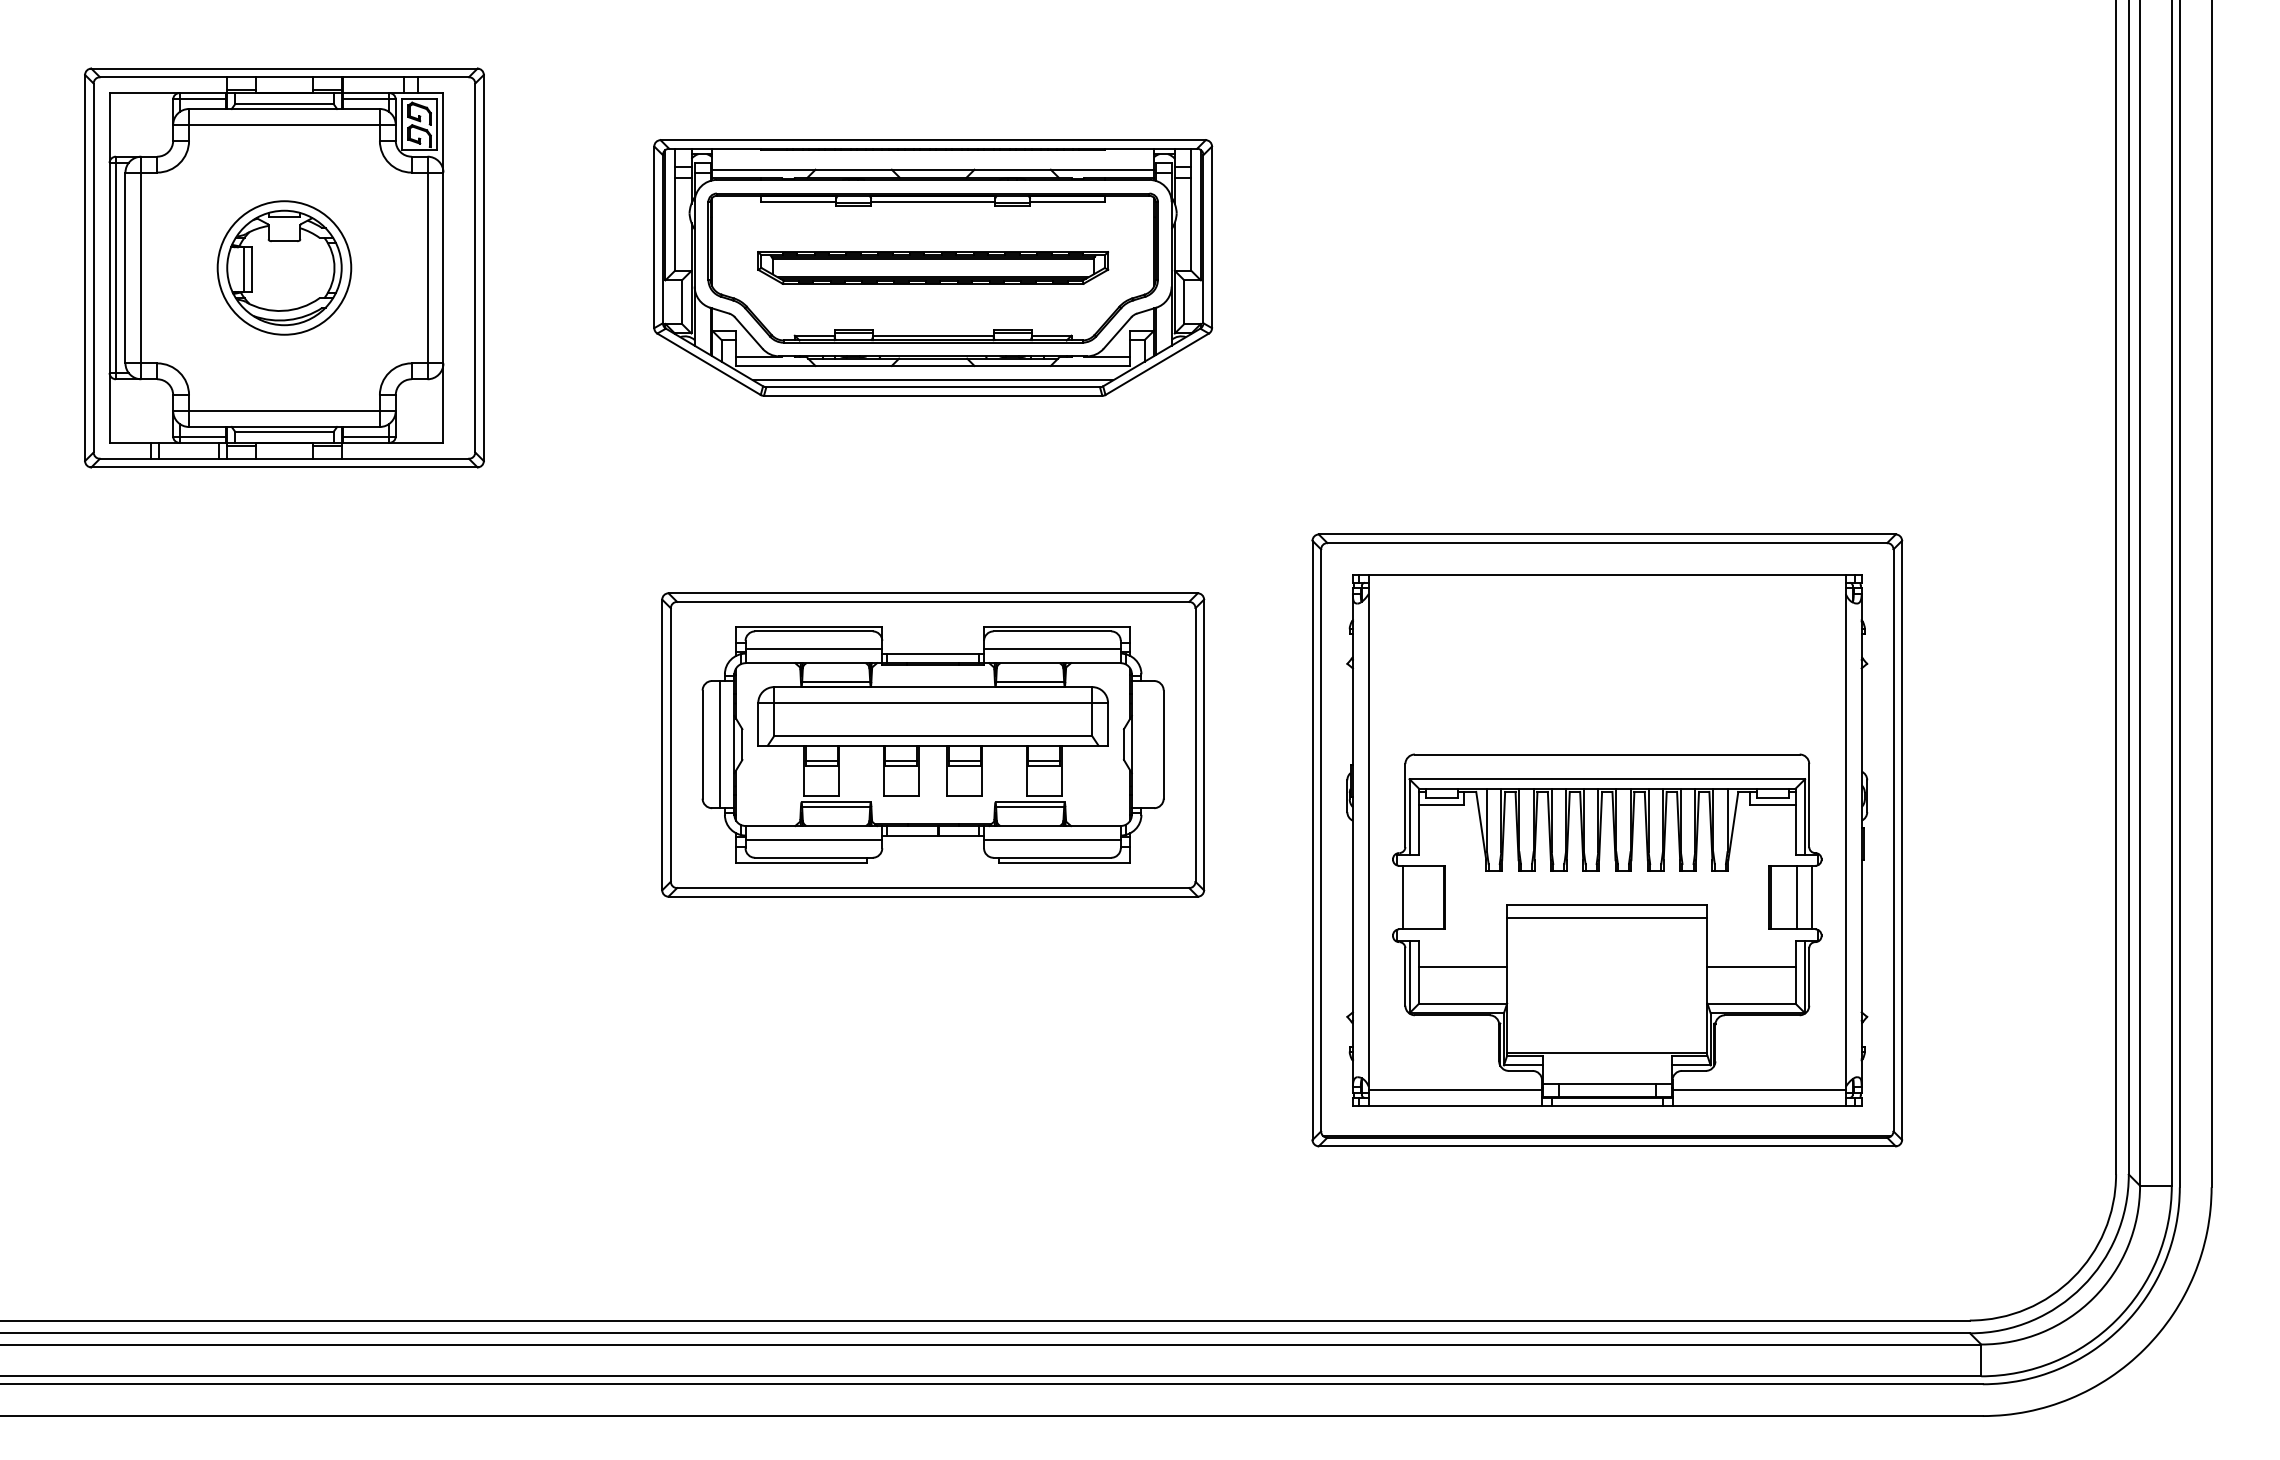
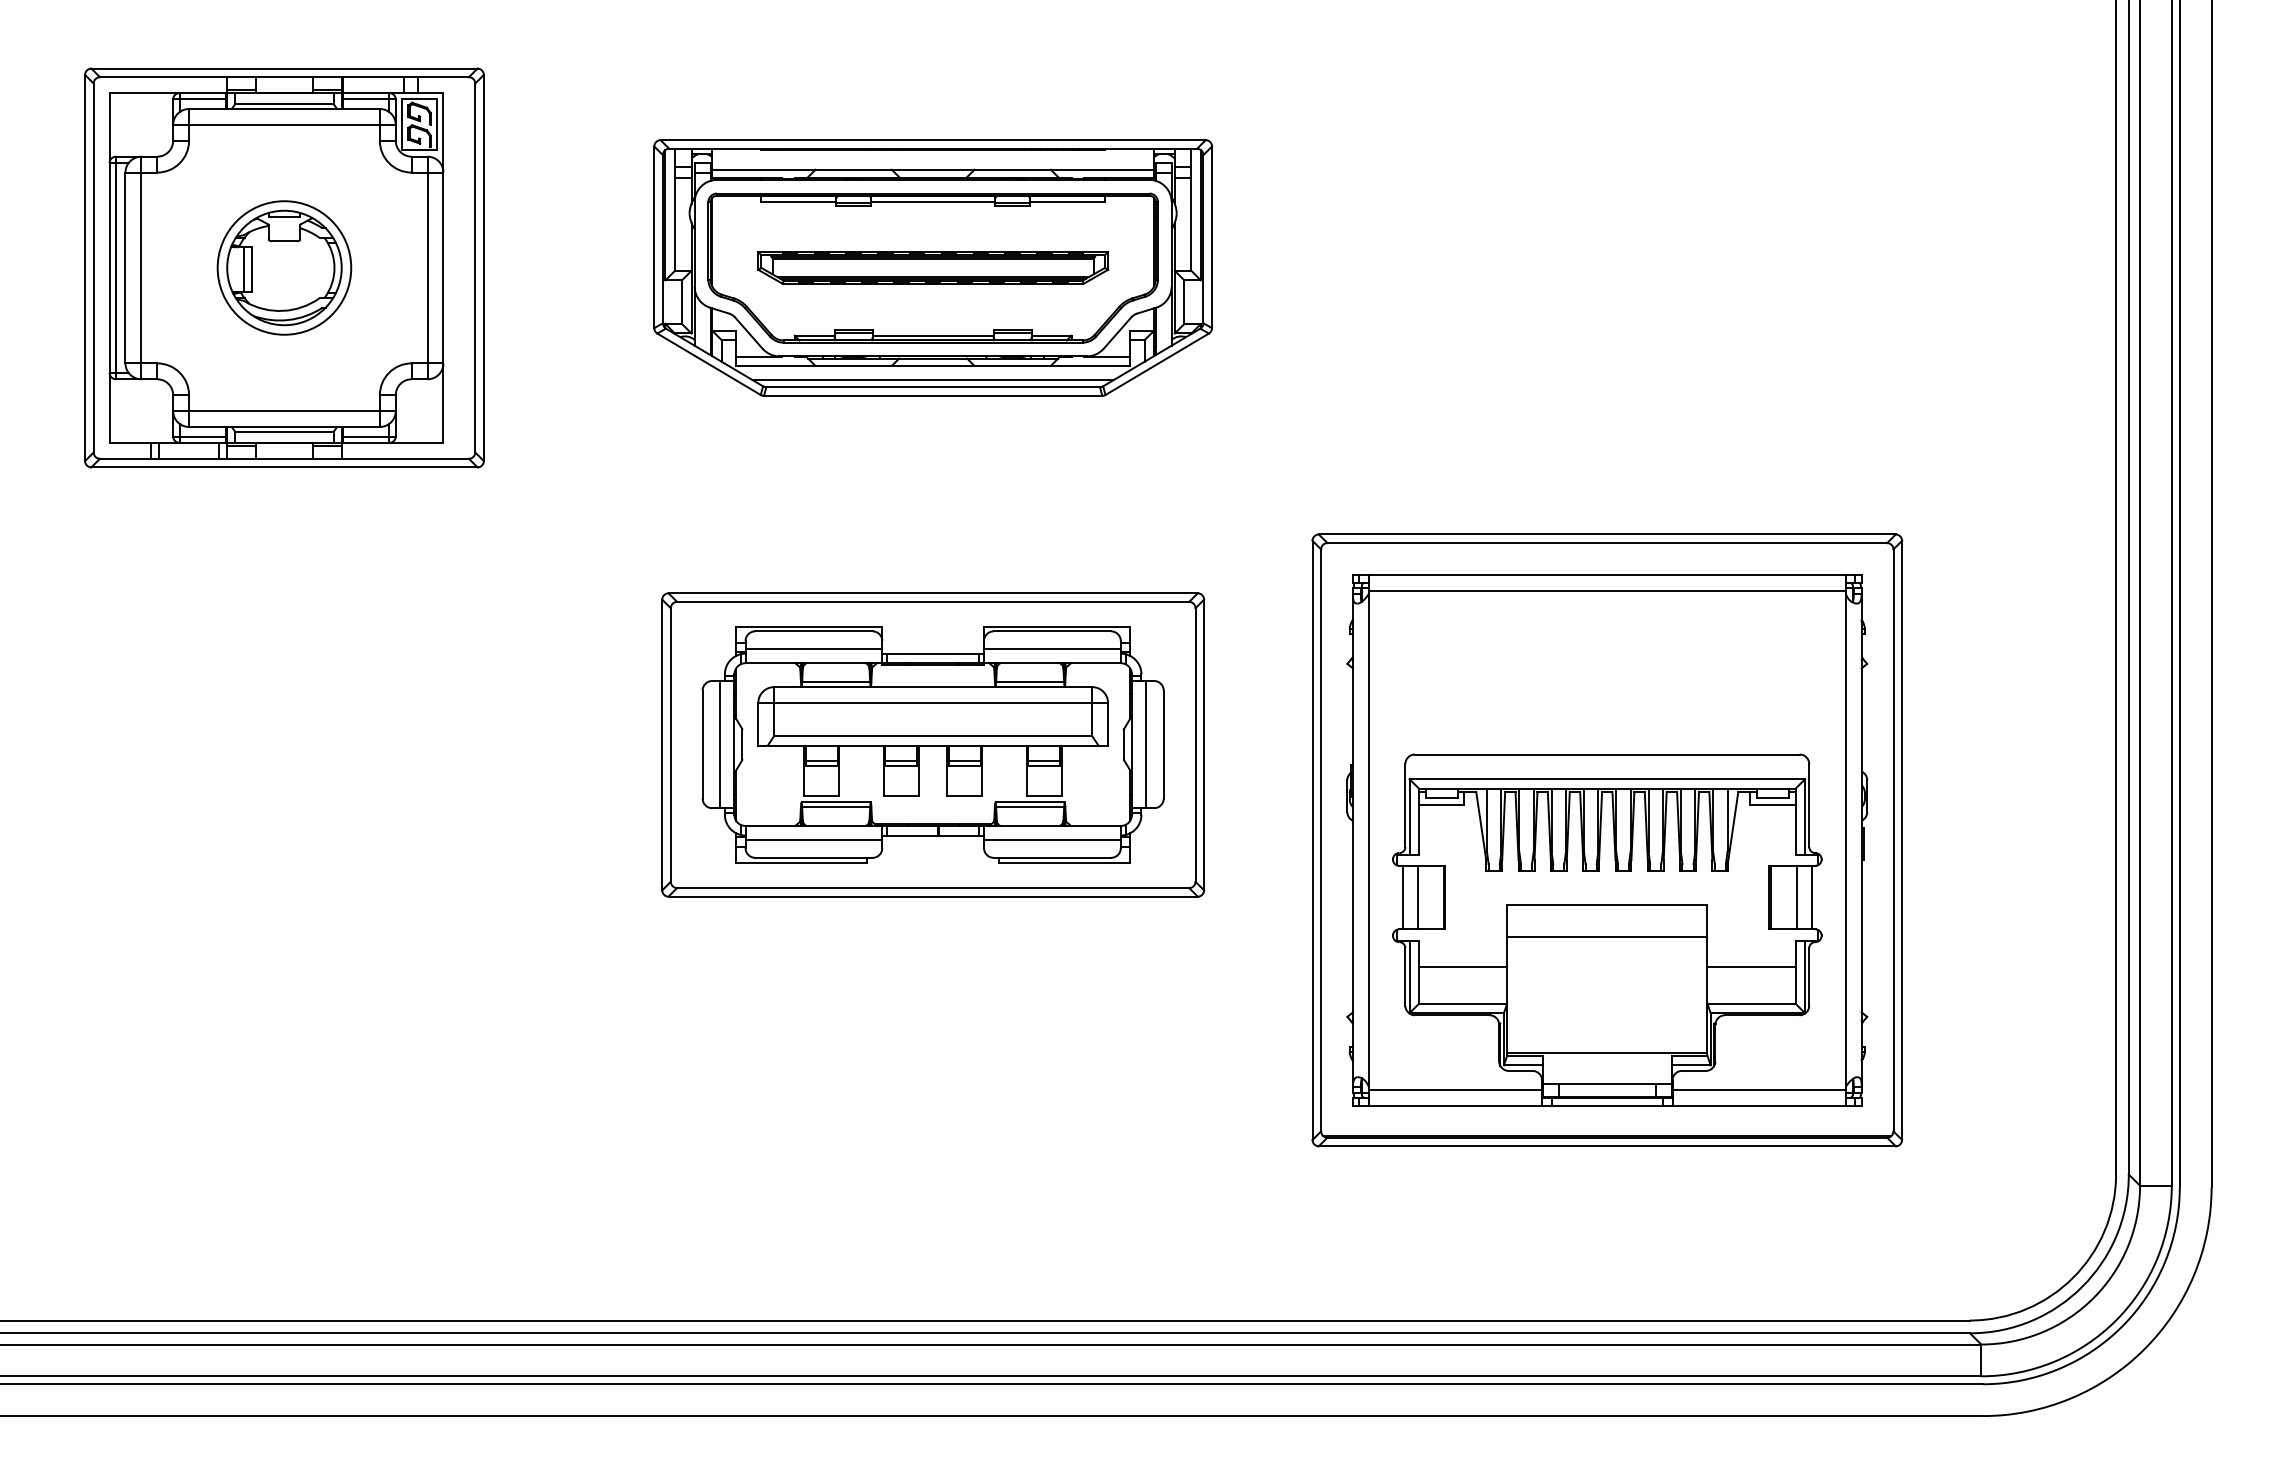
line at (1606, 590): none -> present
line at (1146, 744): none -> present
line at (1417, 897): none -> present
line at (1607, 917) position: (1607, 917) -> (1607, 936)
